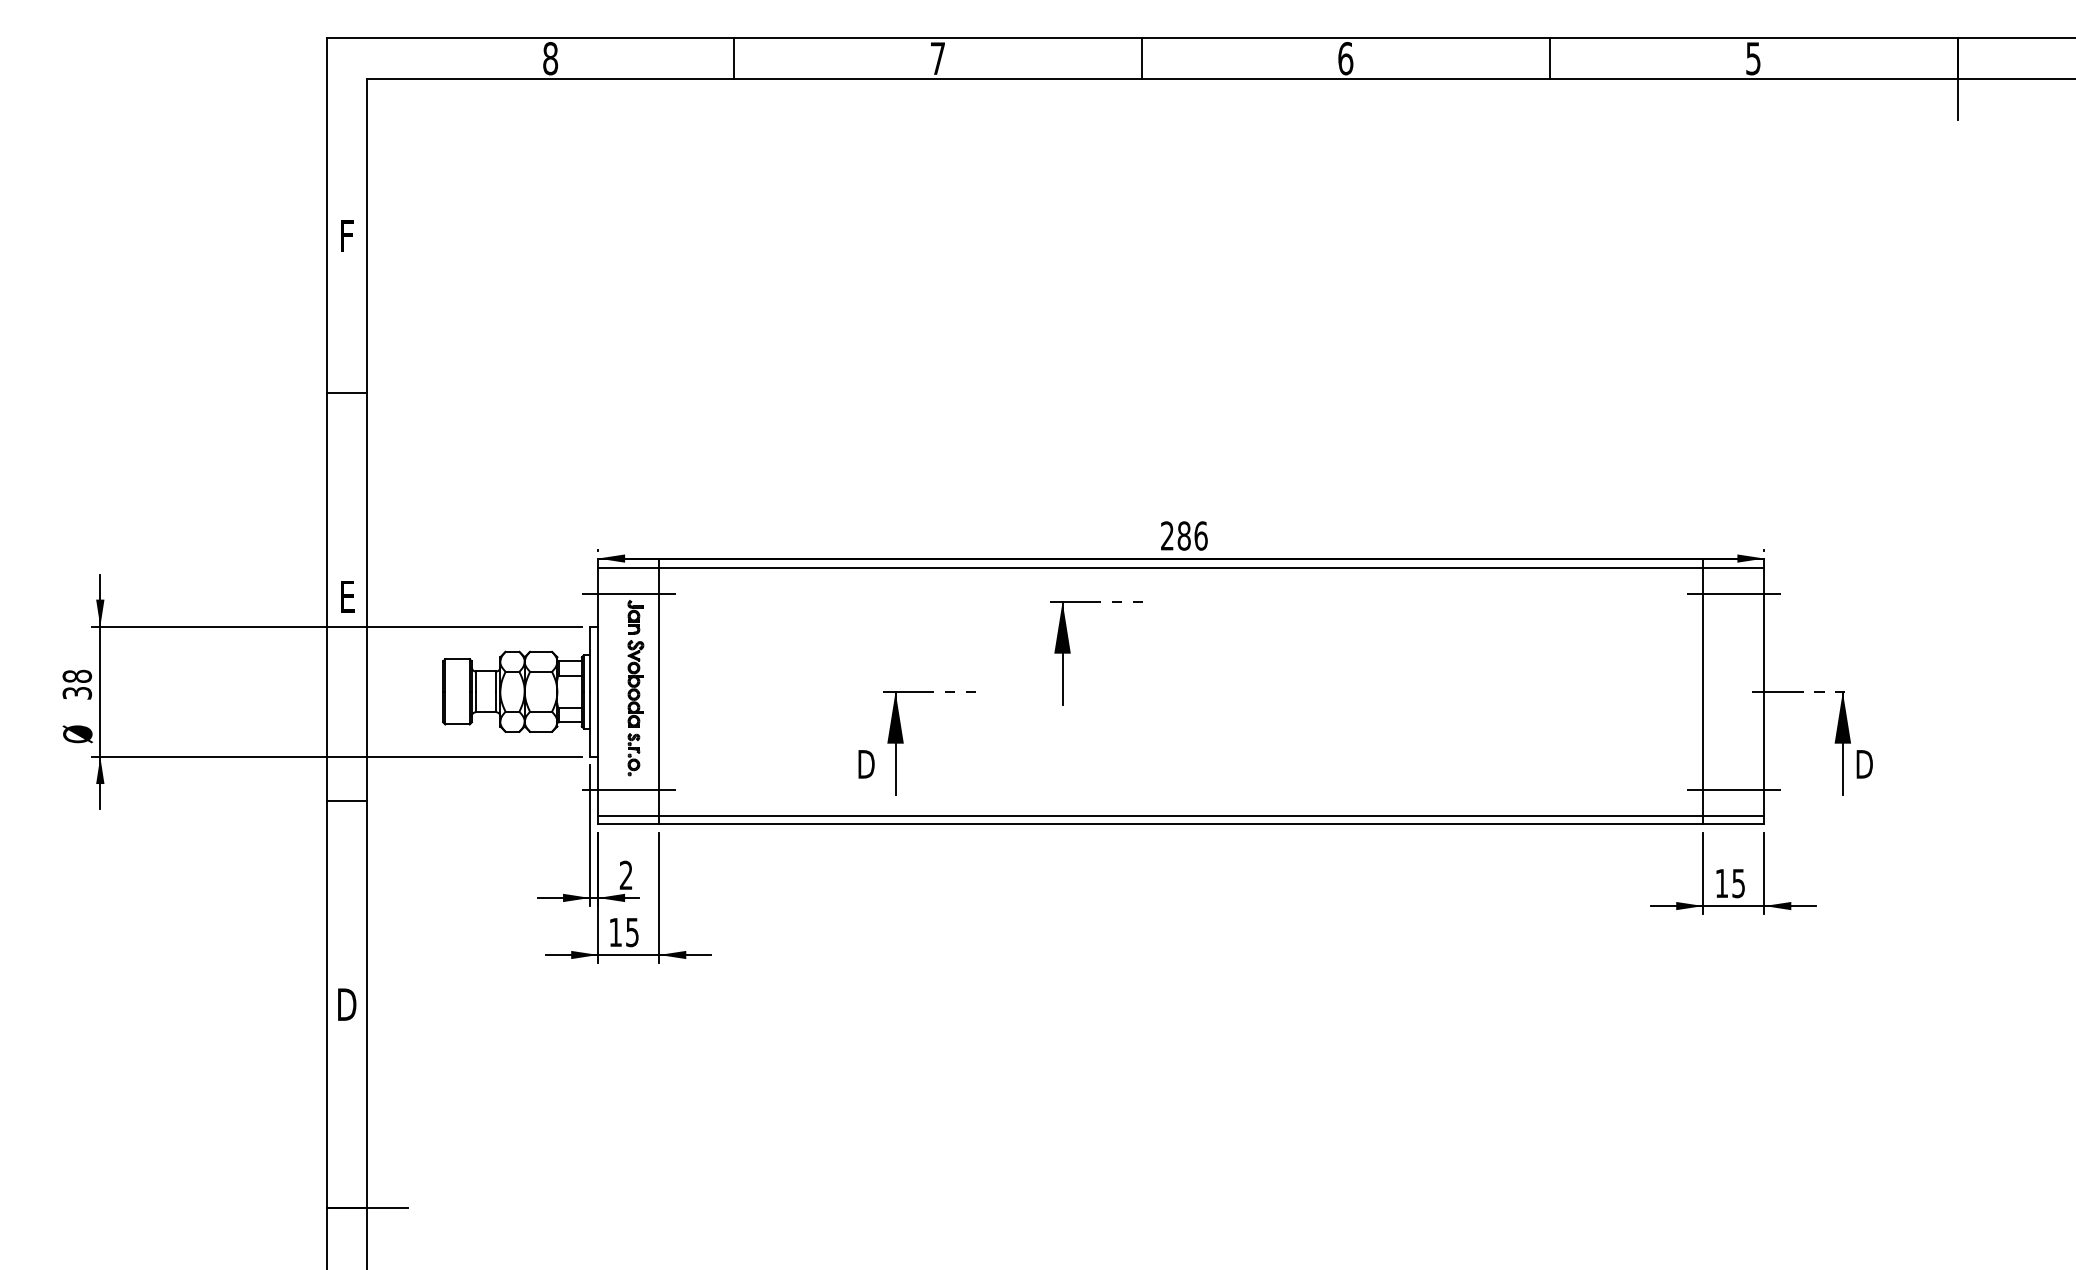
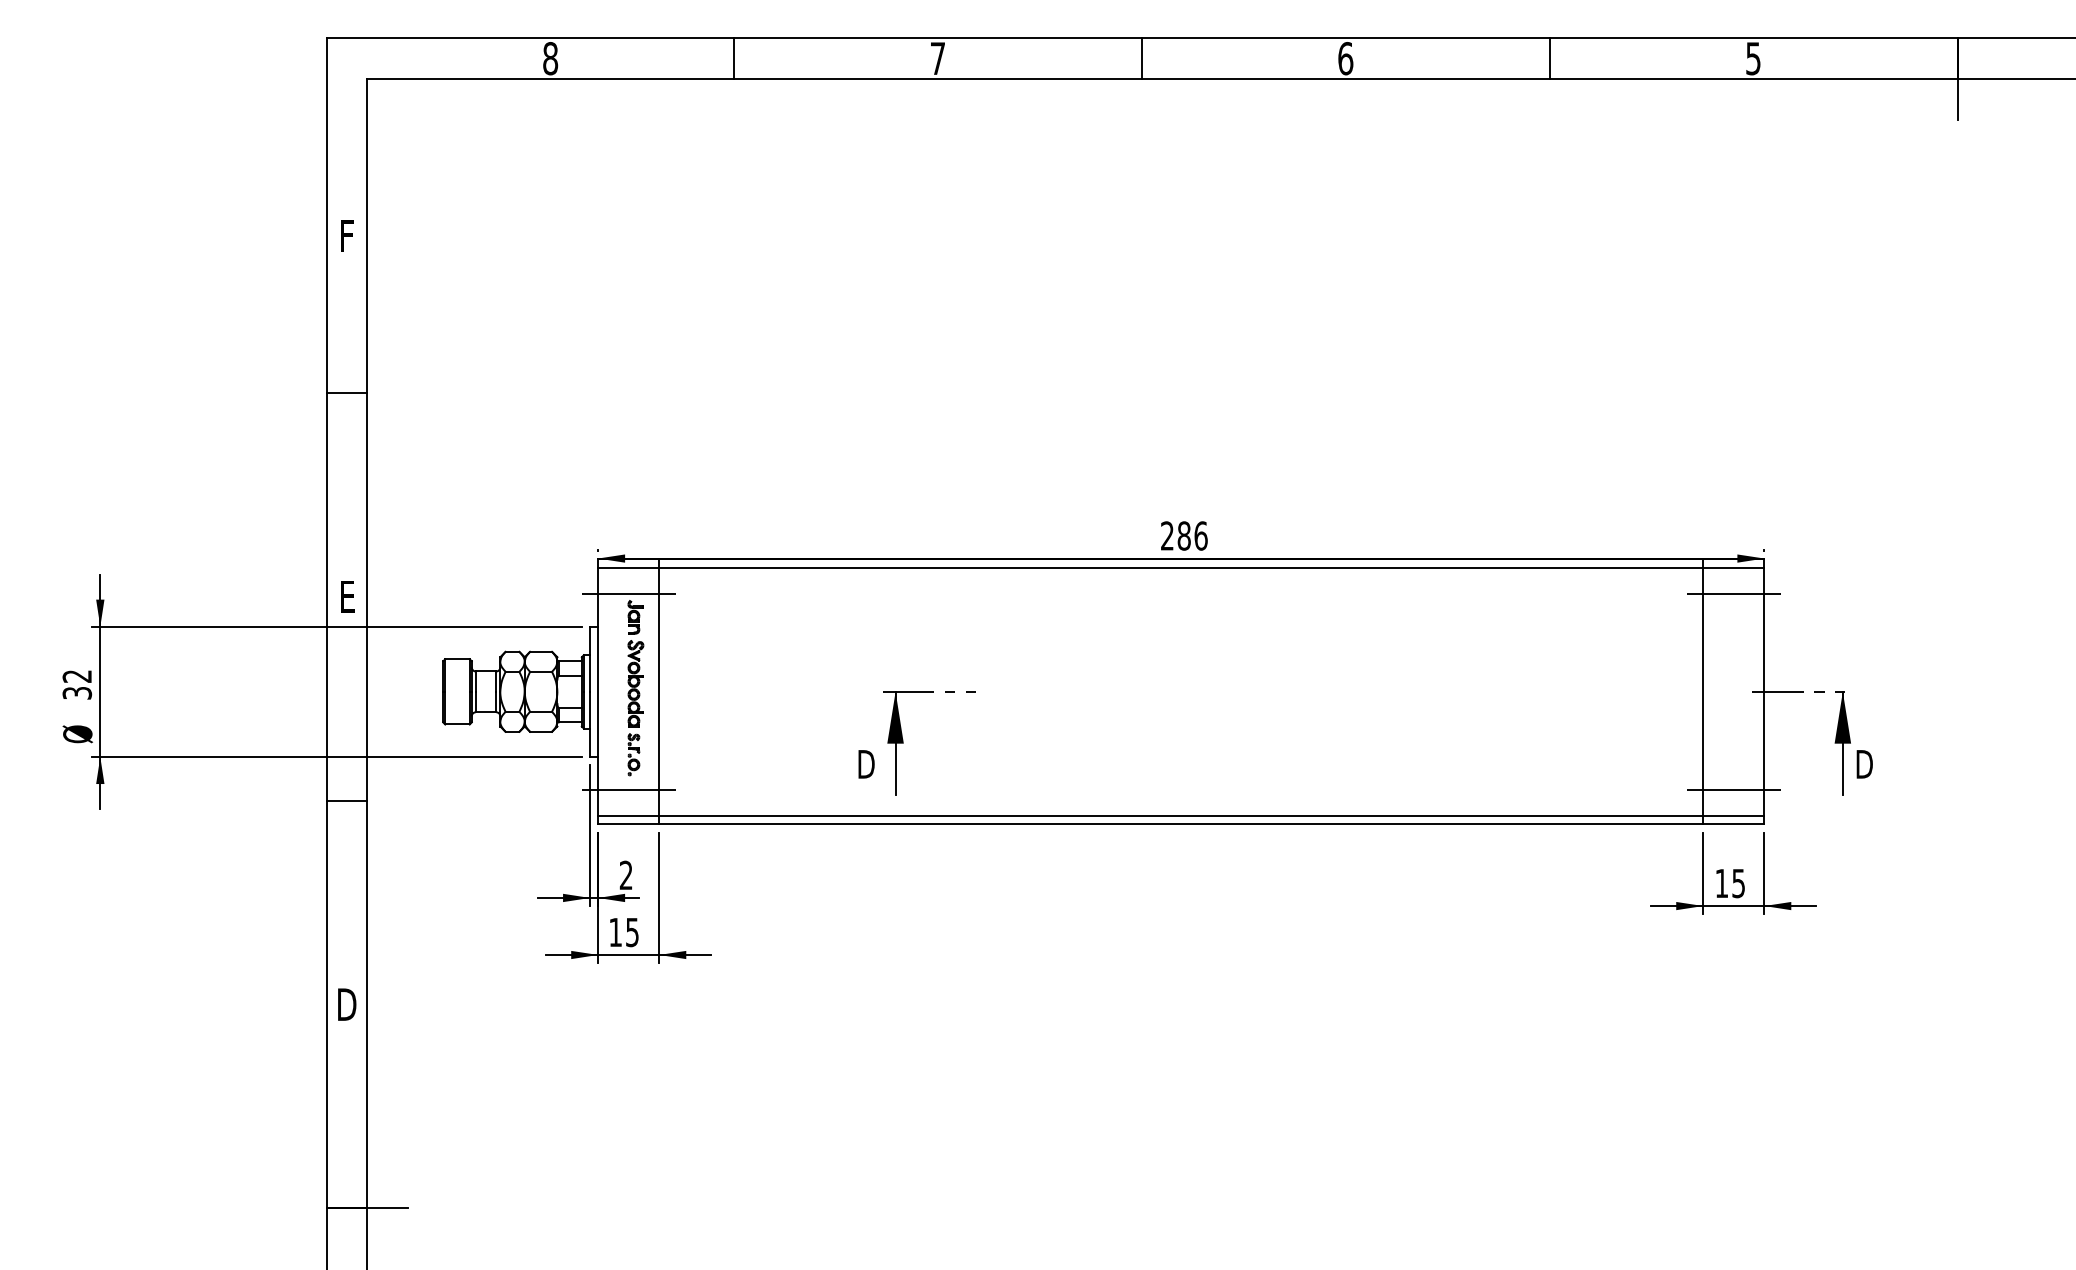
part at (1070, 653): present -> none
text at (77, 675): 38 -> 32
